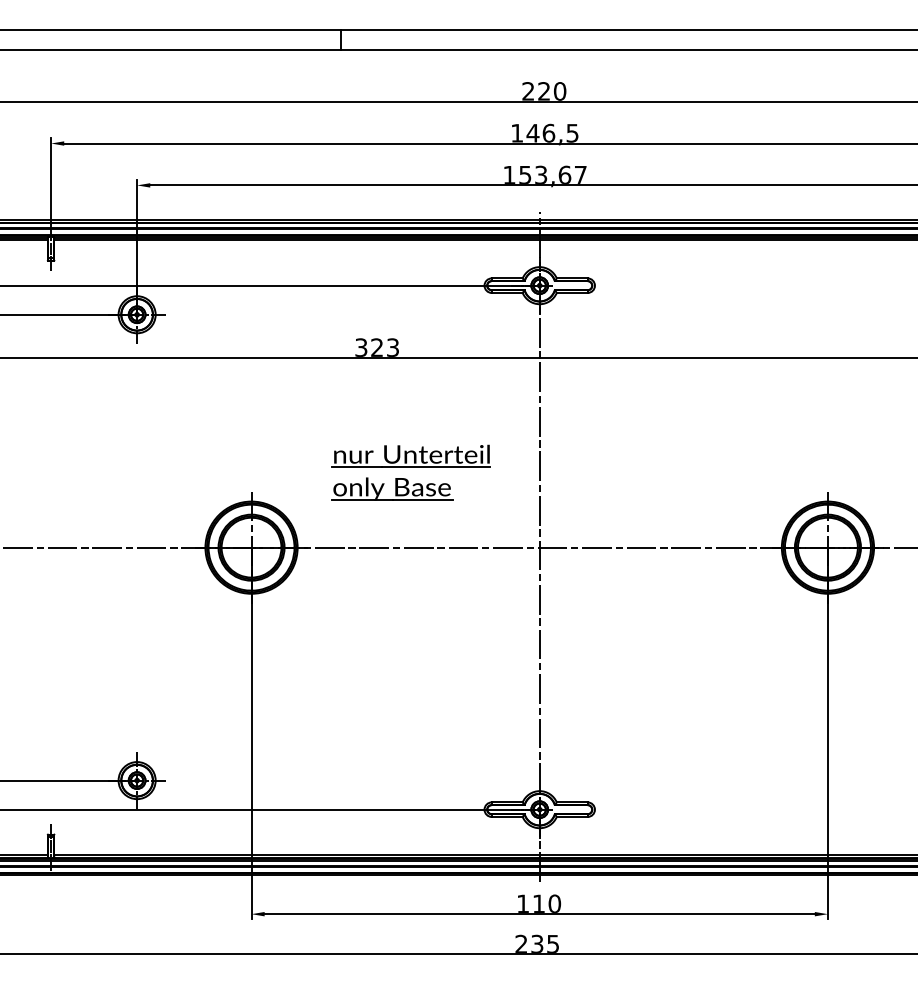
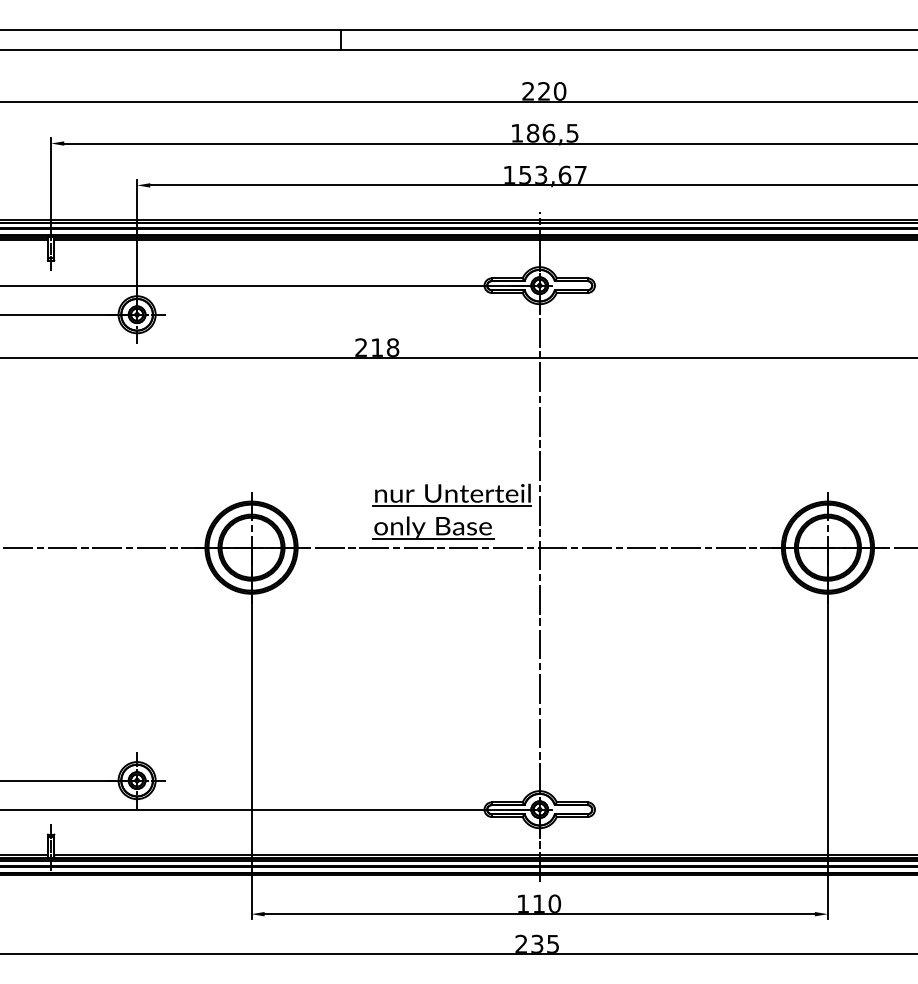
text at (532, 132): 146,5 -> 186,5
text at (377, 347): 323 -> 218
part at (410, 472) position: (410, 472) -> (451, 511)
